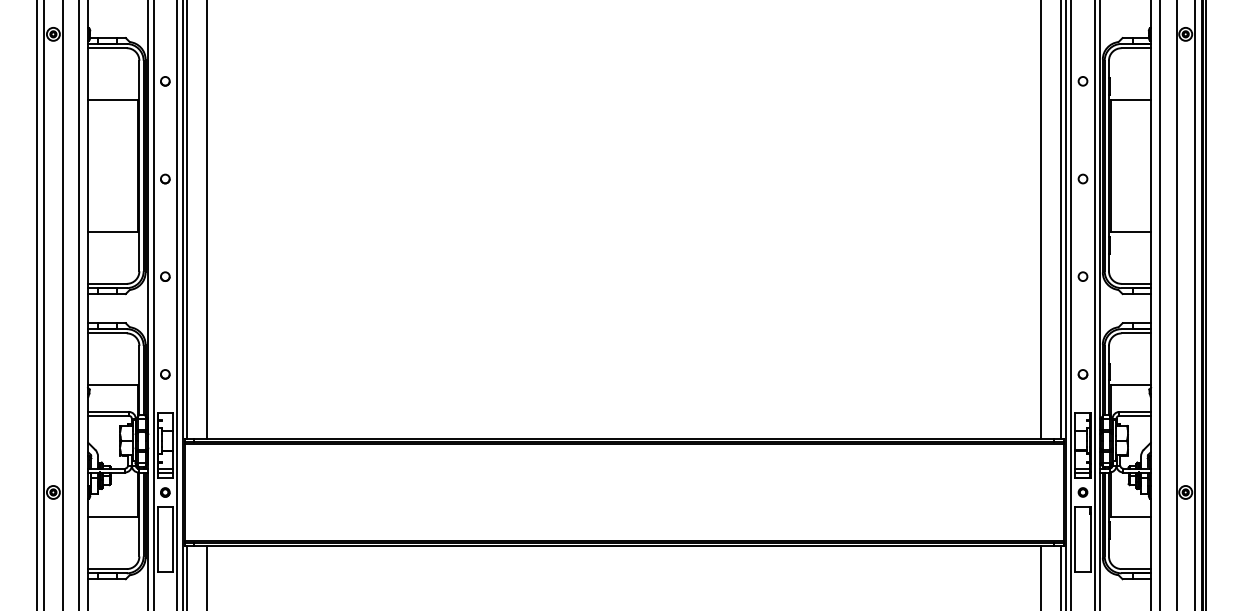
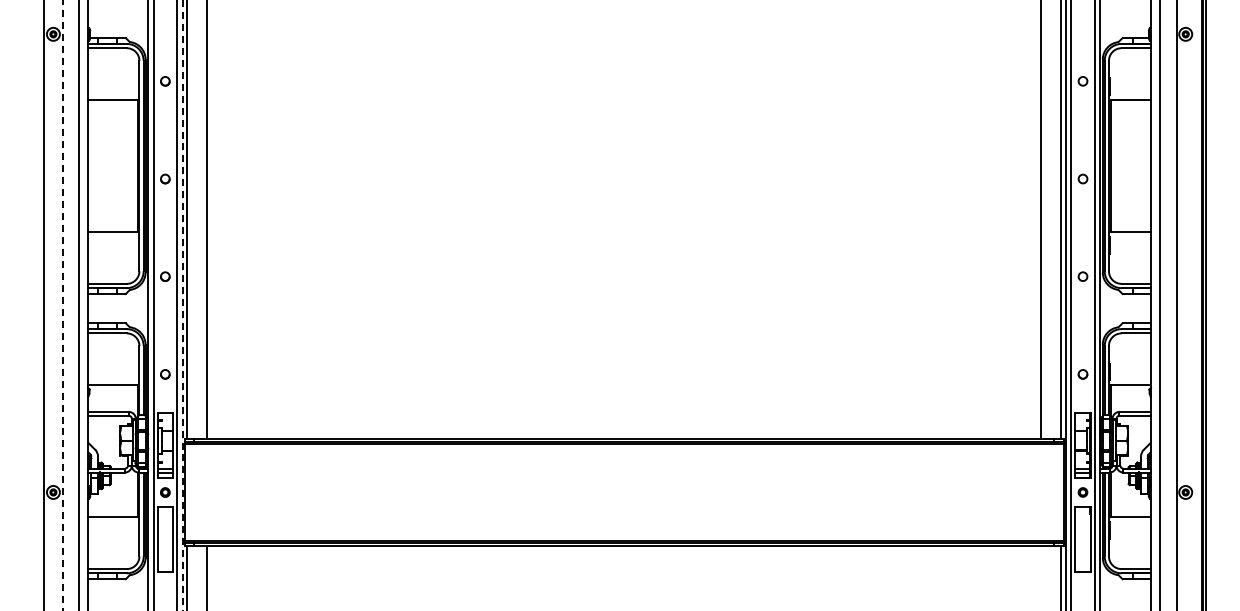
line at (37, 304): present -> none
line at (1195, 304): present -> none
line at (62, 305): solid -> dashed
line at (182, 305): solid -> dashed
line at (1041, 576): present -> none
